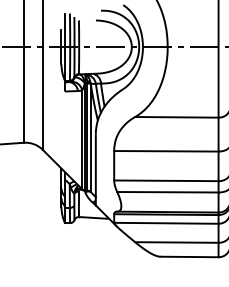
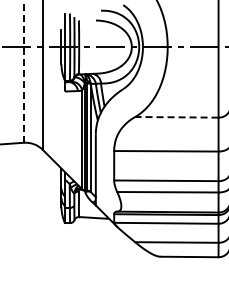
line at (23, 71): solid -> dashed
line at (176, 117): solid -> dashed
